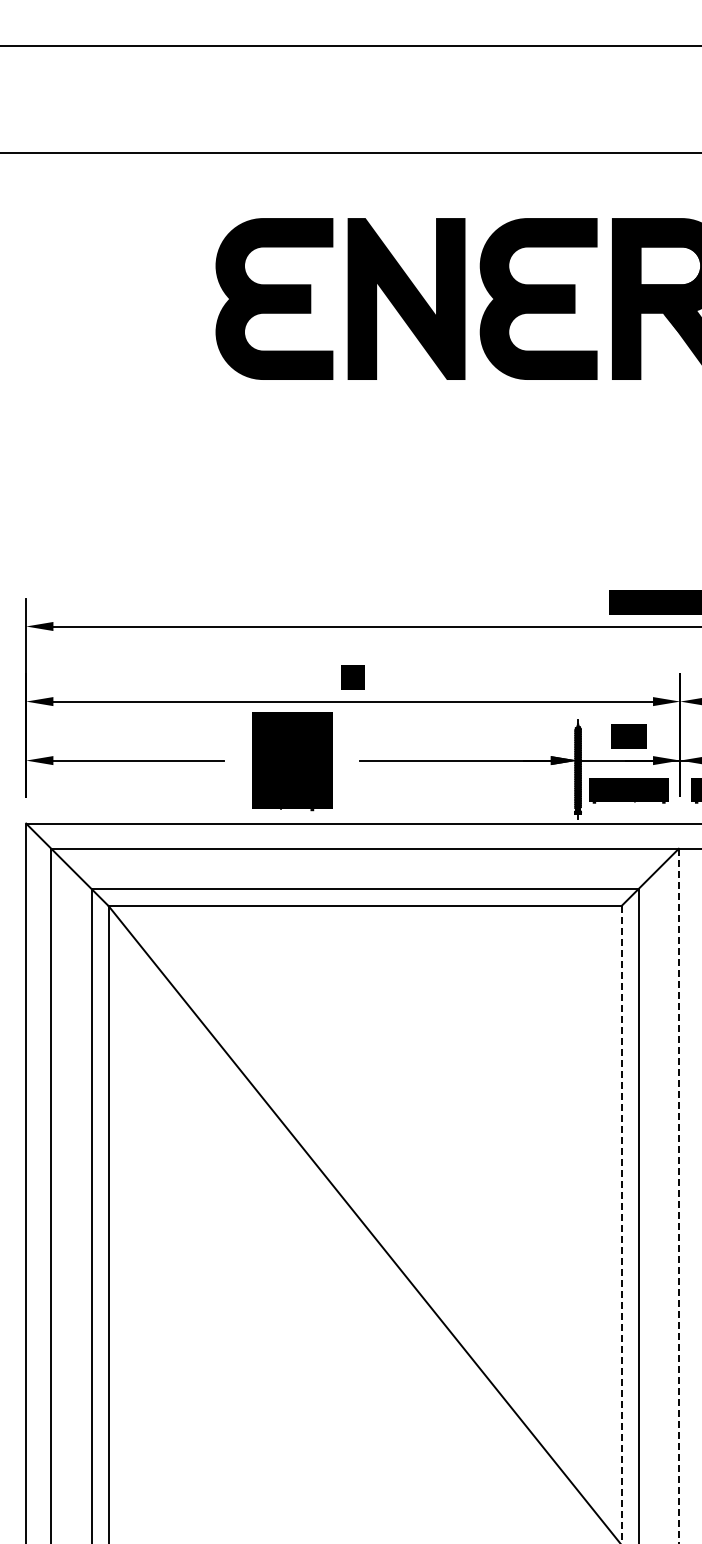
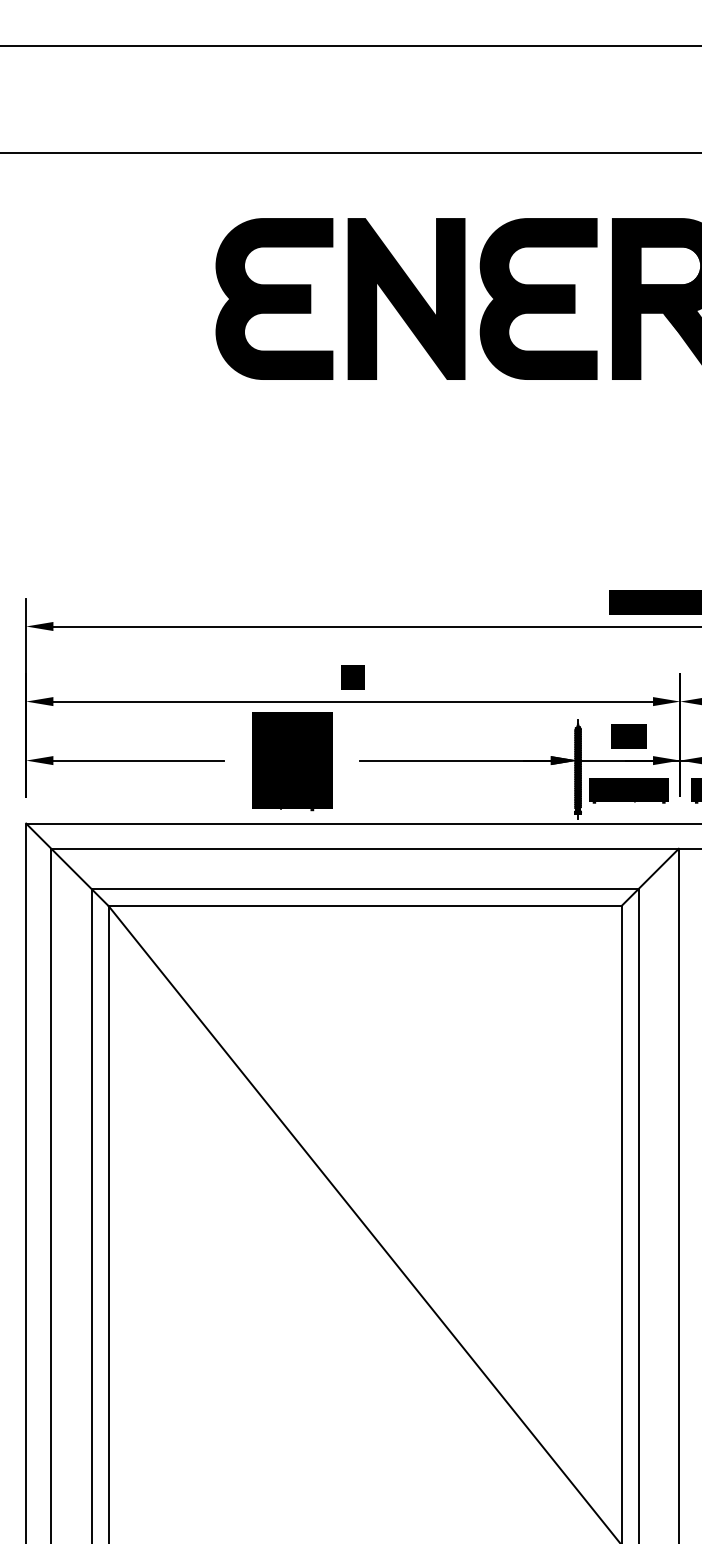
line at (678, 1196): dashed -> solid
line at (621, 1225): dashed -> solid
